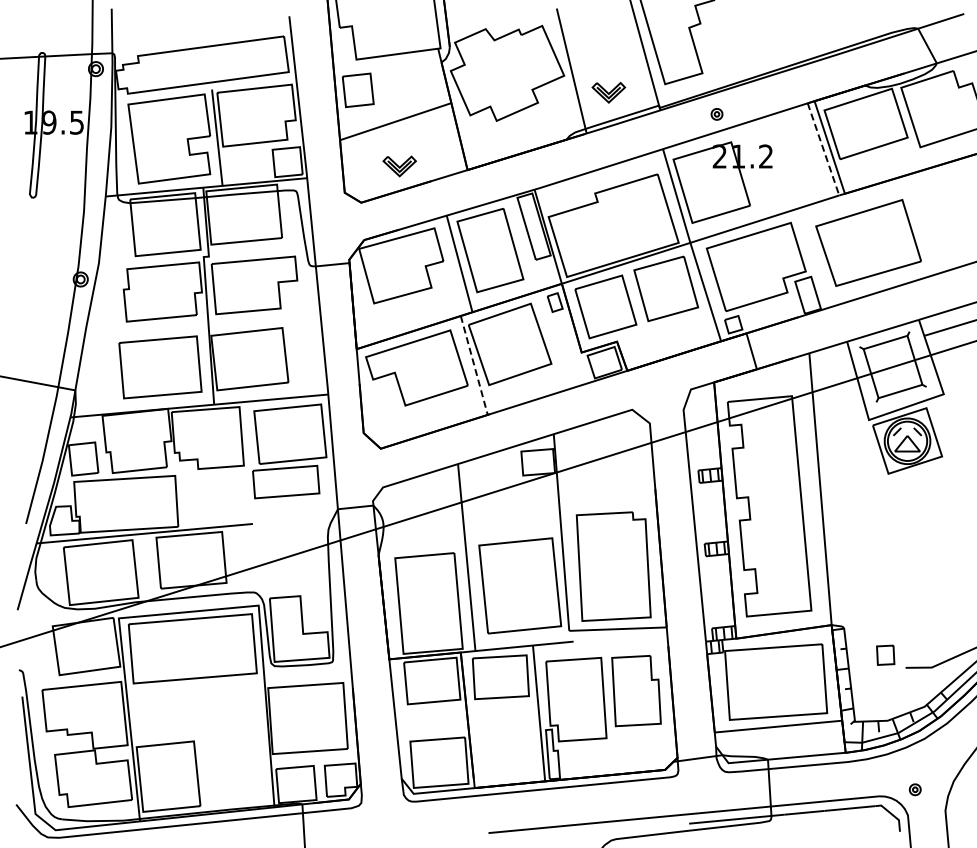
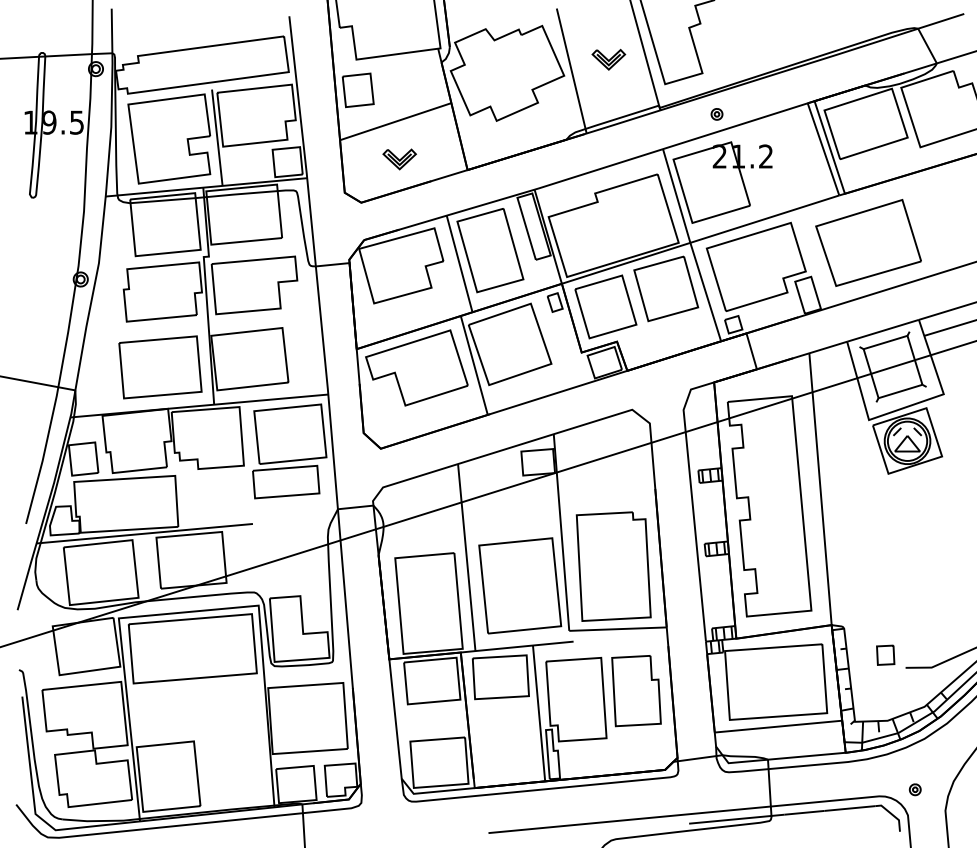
part at (608, 92) position: (608, 92) -> (608, 59)
line at (823, 149): dashed -> solid
part at (399, 166) position: (399, 166) -> (399, 159)
line at (474, 365): dashed -> solid
